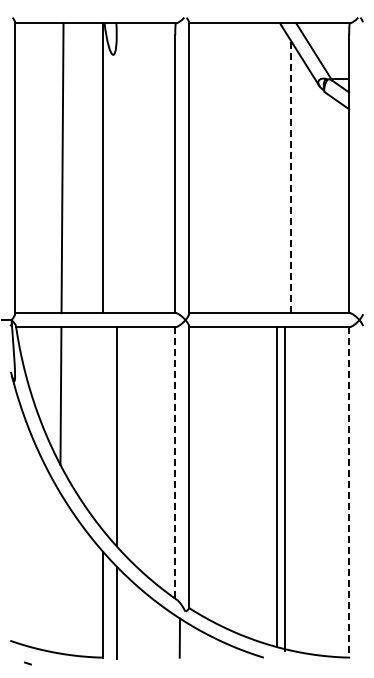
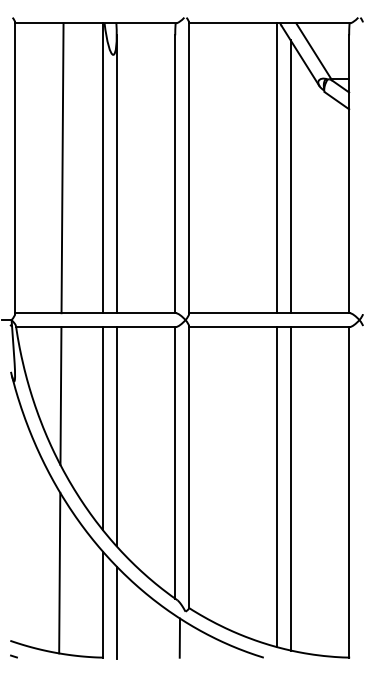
line at (276, 168): none -> present
line at (116, 174): none -> present
line at (290, 176): dashed -> solid
line at (102, 428): none -> present
line at (175, 462): dashed -> solid
line at (284, 488) position: (284, 488) -> (290, 488)
line at (349, 492): dashed -> solid
line at (59, 572): none -> present
curve at (27, 663) position: (27, 663) -> (13, 656)
